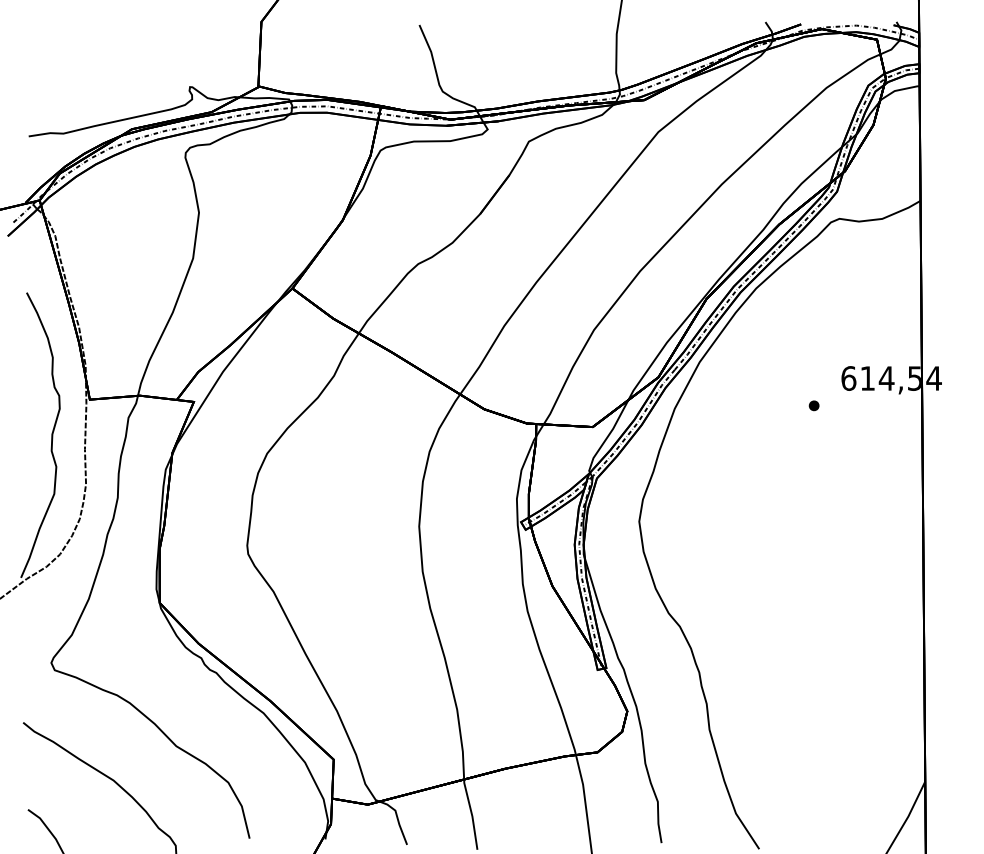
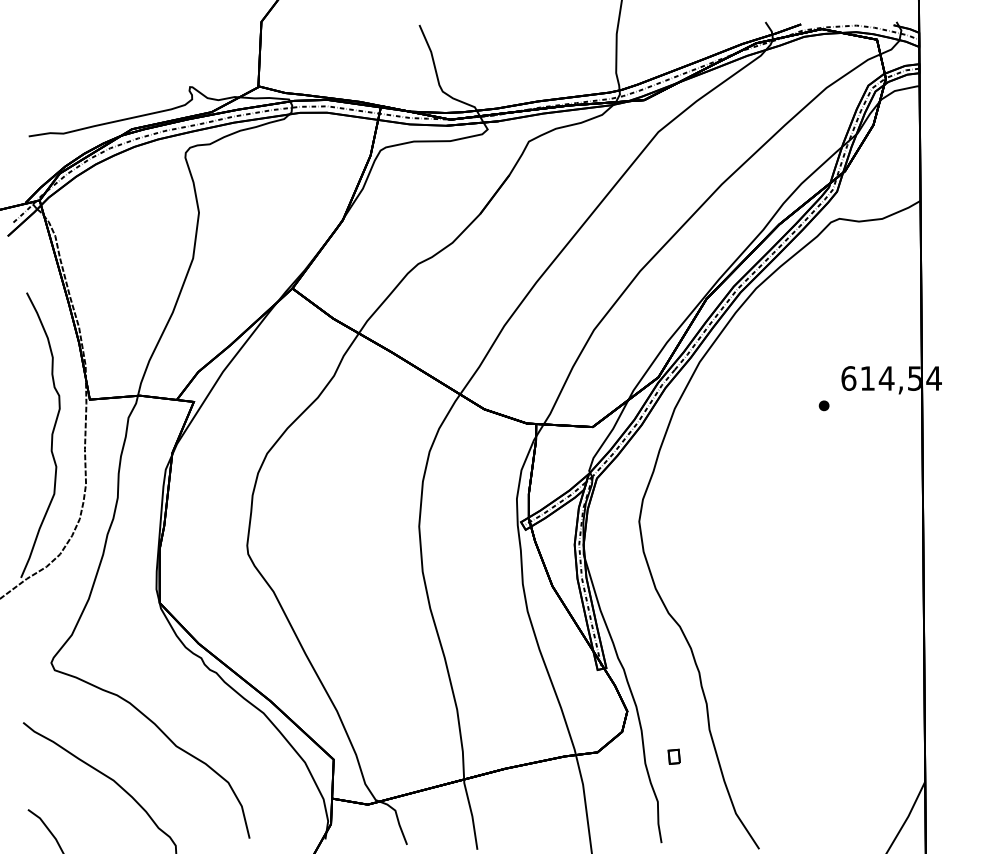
part at (813, 405) position: (813, 405) -> (823, 405)
part at (673, 756): none -> present
